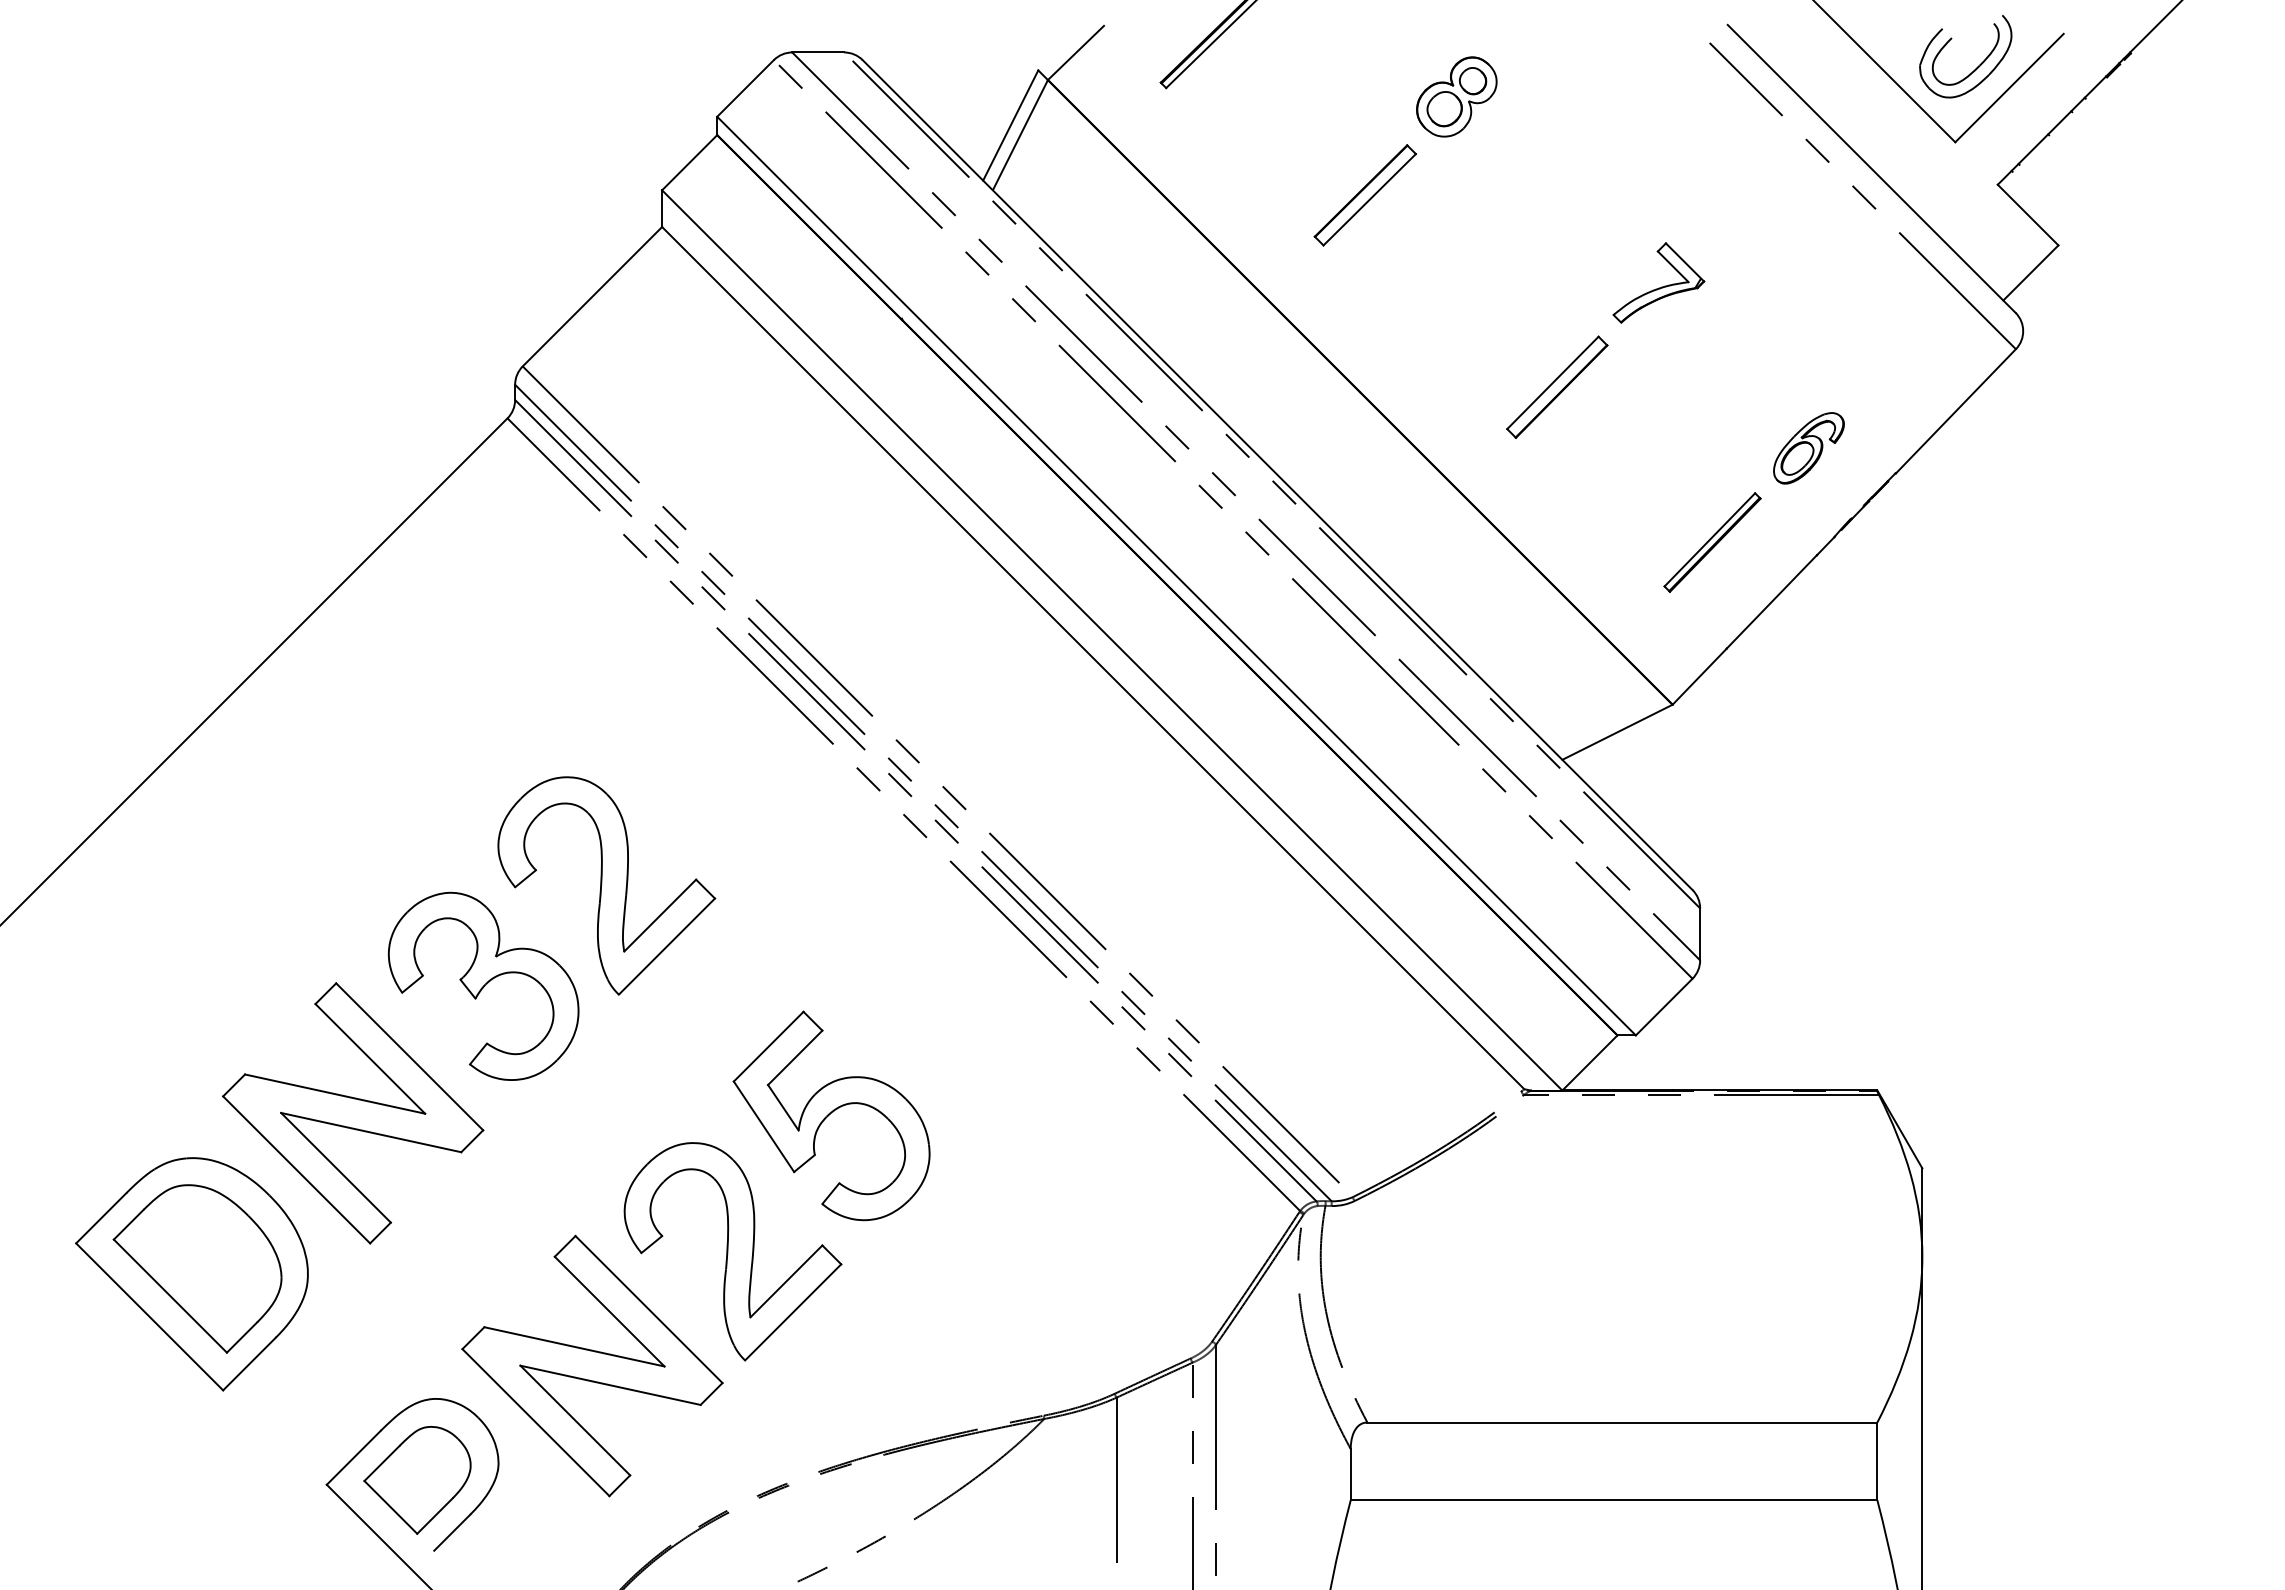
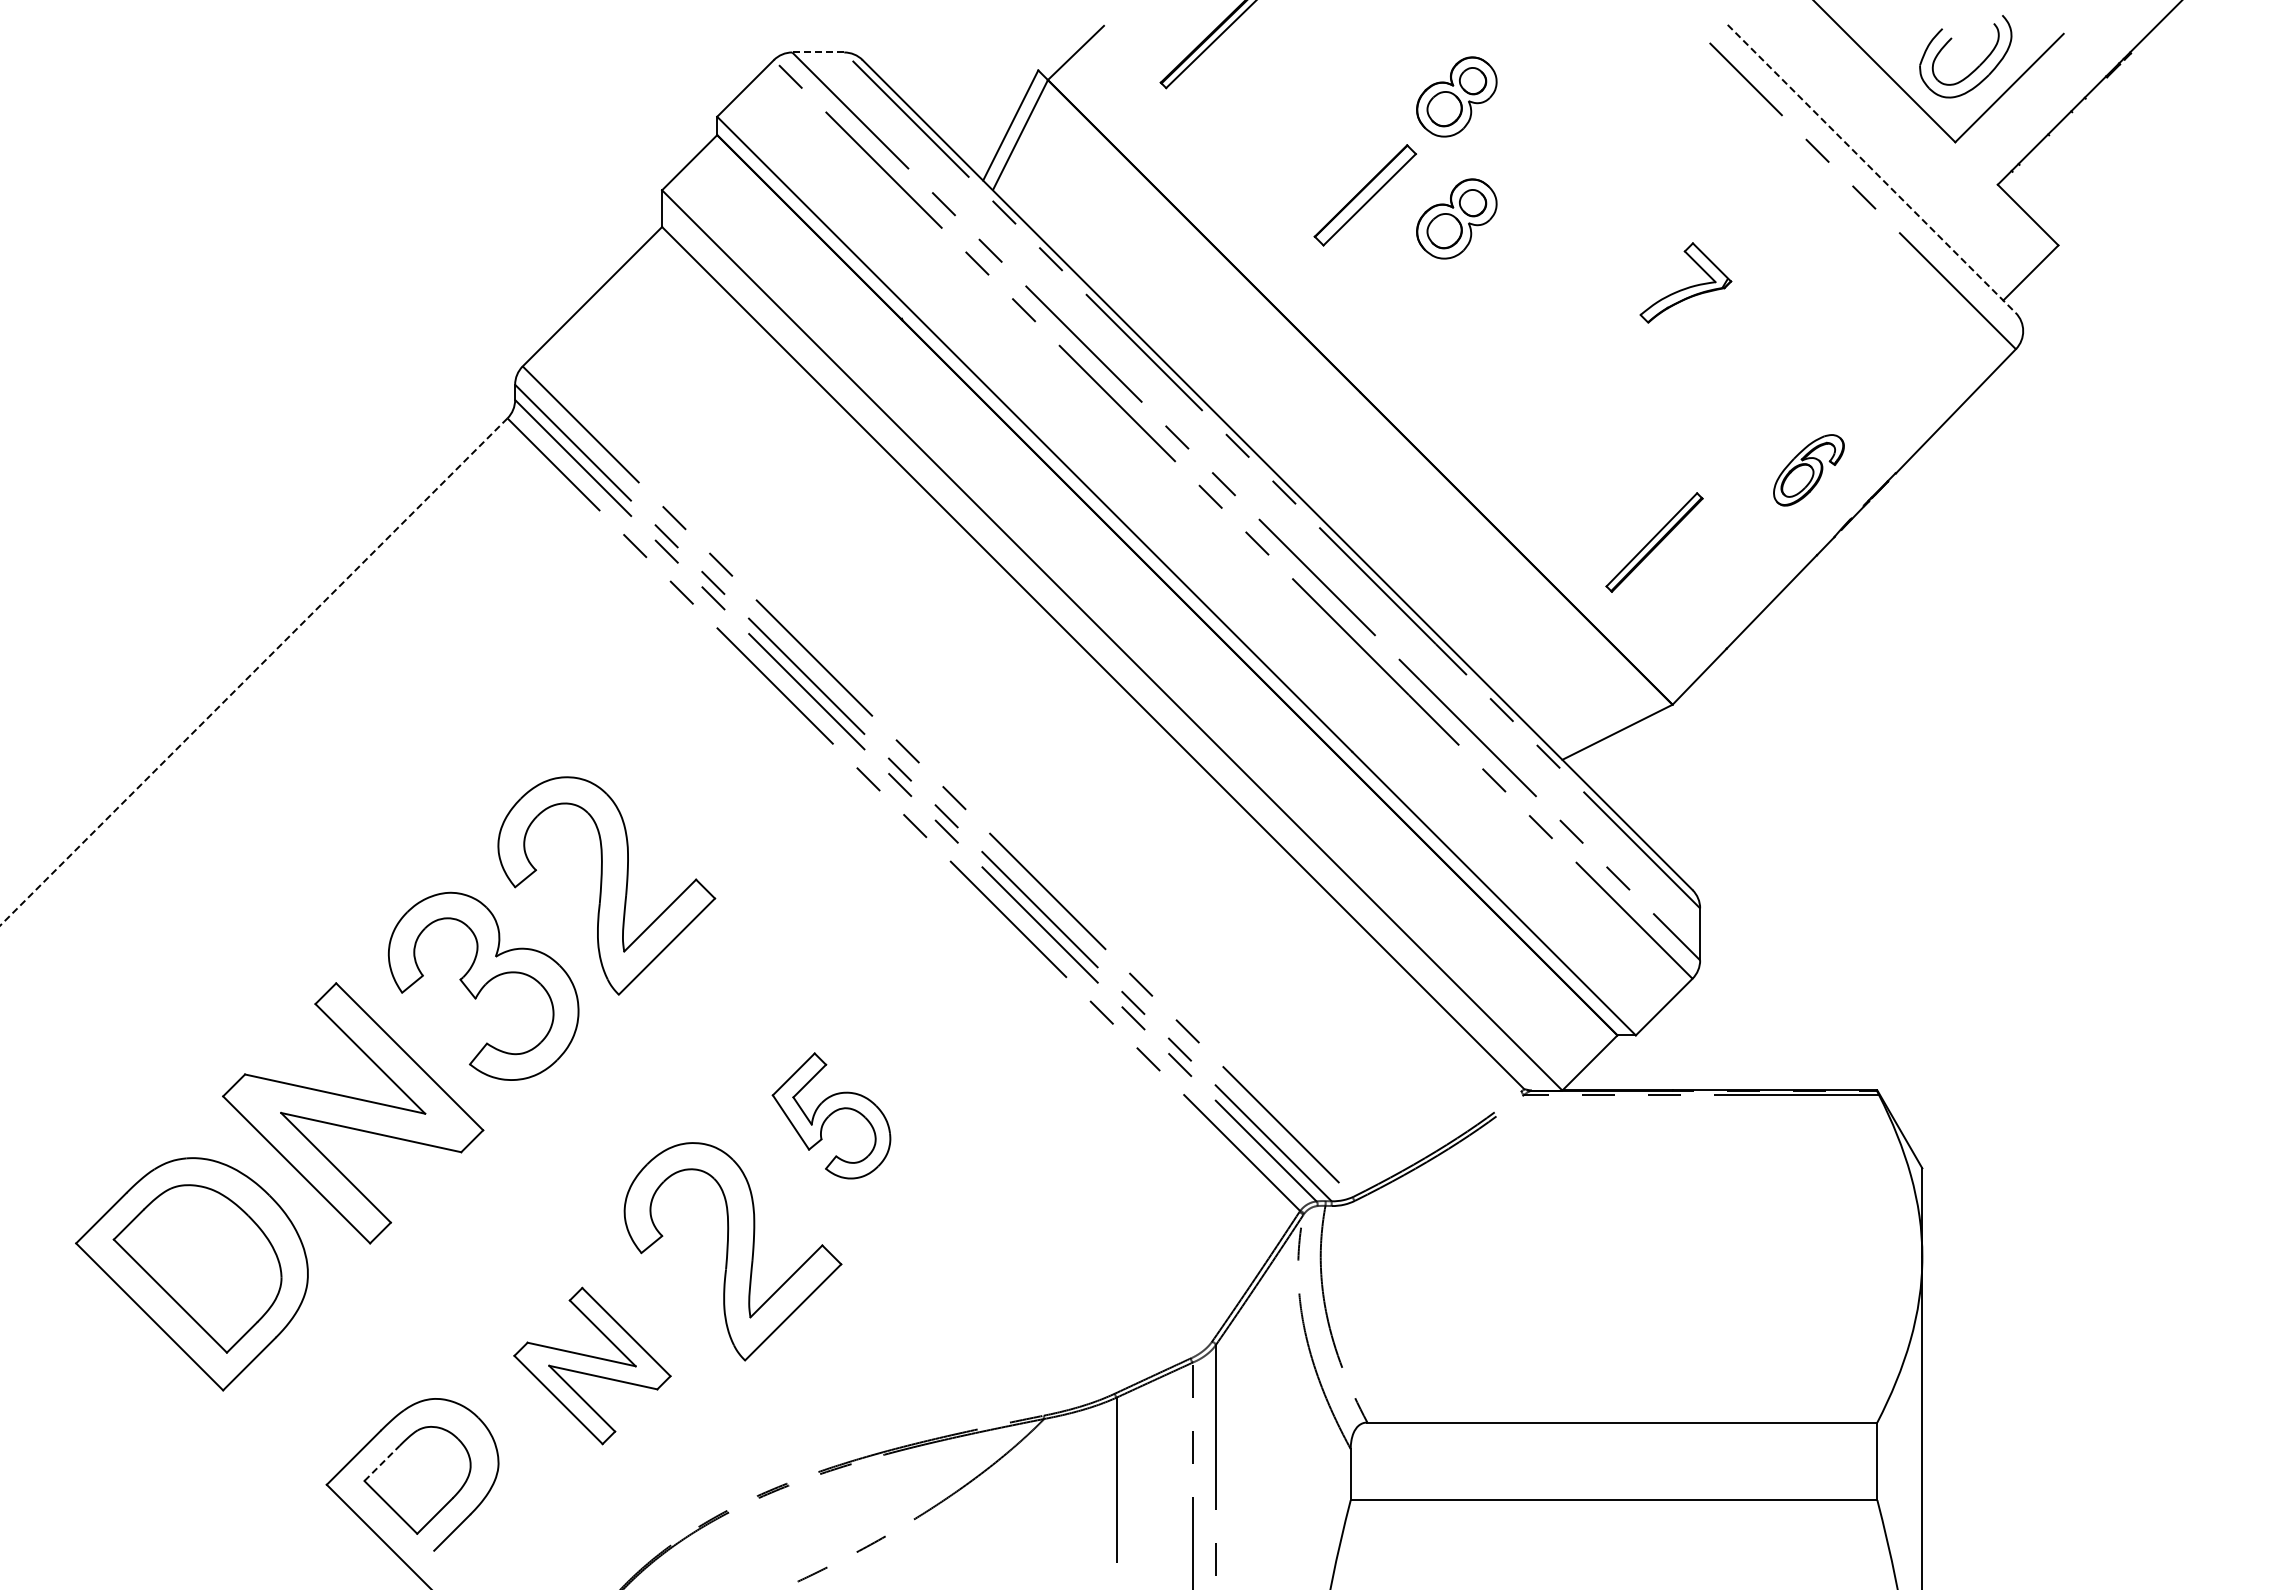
line at (818, 52): solid -> dashed
line at (1871, 168): solid -> dashed
part at (1456, 218): none -> present
part at (1658, 282) position: (1658, 282) -> (1685, 282)
part at (1557, 386): present -> none
part at (1808, 448) position: (1808, 448) -> (1808, 470)
part at (1712, 542) position: (1712, 542) -> (1654, 542)
line at (253, 672): solid -> dashed
part at (831, 1115) size: 199x212 px -> 121x128 px
part at (592, 1365) size: 263x264 px -> 159x160 px
line at (382, 1463): solid -> dashed
